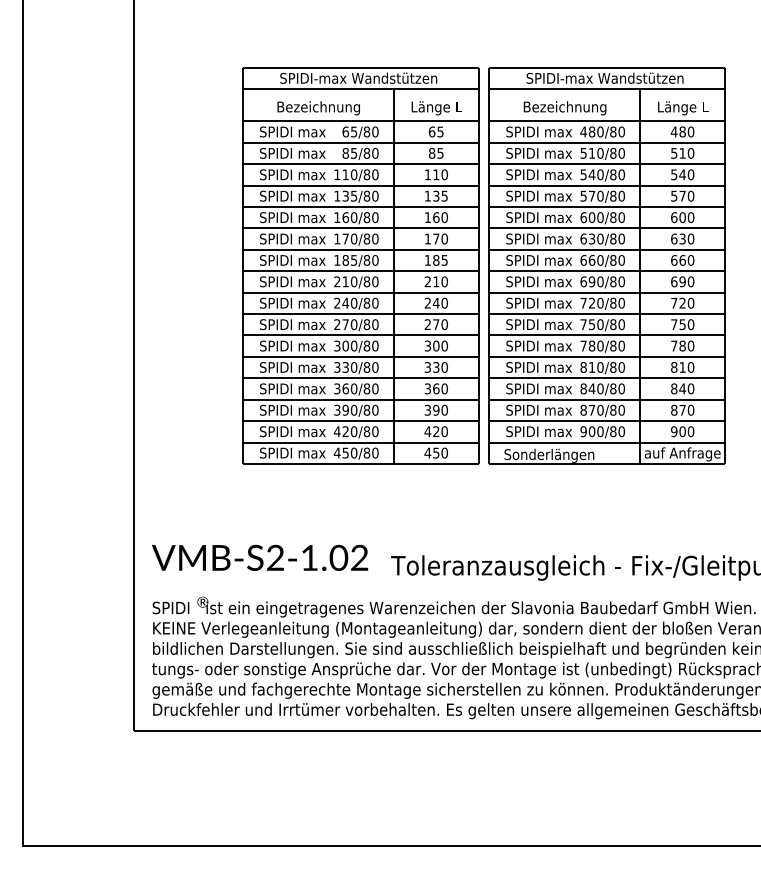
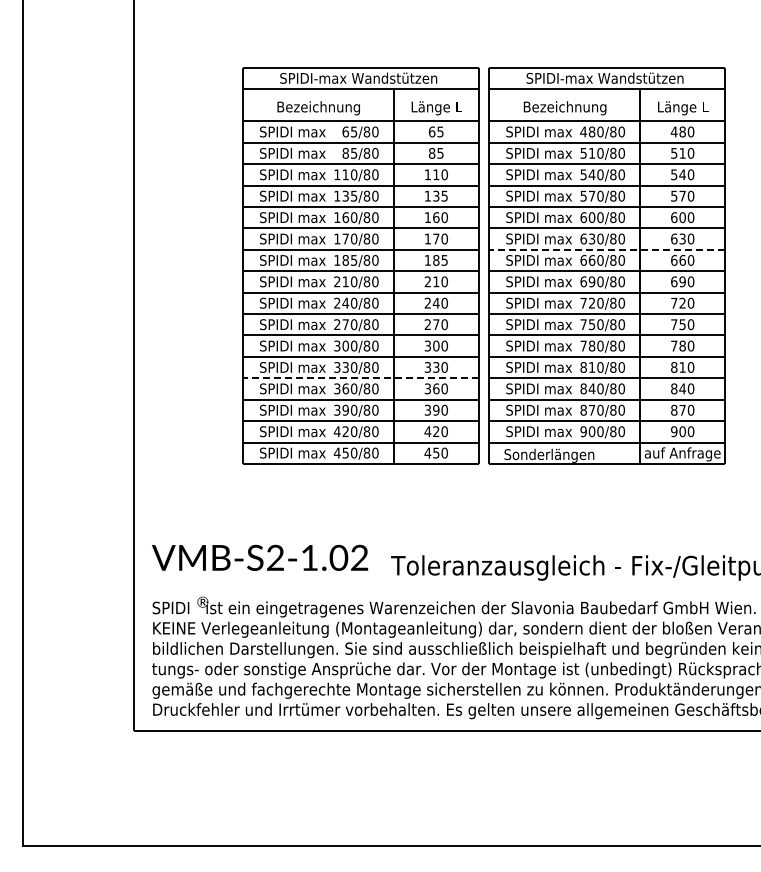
line at (607, 249): solid -> dashed
line at (360, 378): solid -> dashed
